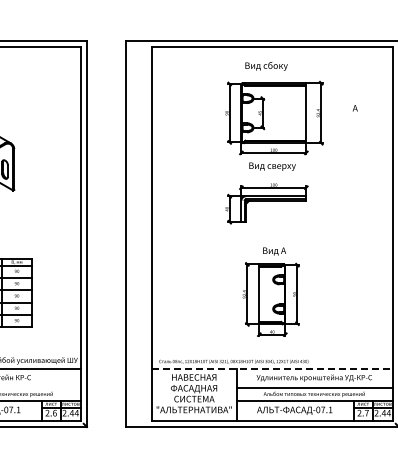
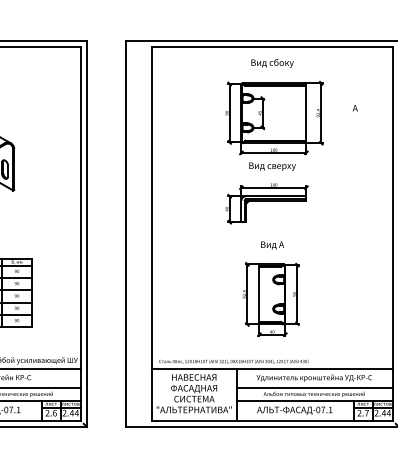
text at (266, 66) position: (266, 66) -> (272, 63)
text at (274, 251) position: (274, 251) -> (272, 245)
line at (272, 368): dashed -> solid
line at (41, 388): none -> present
